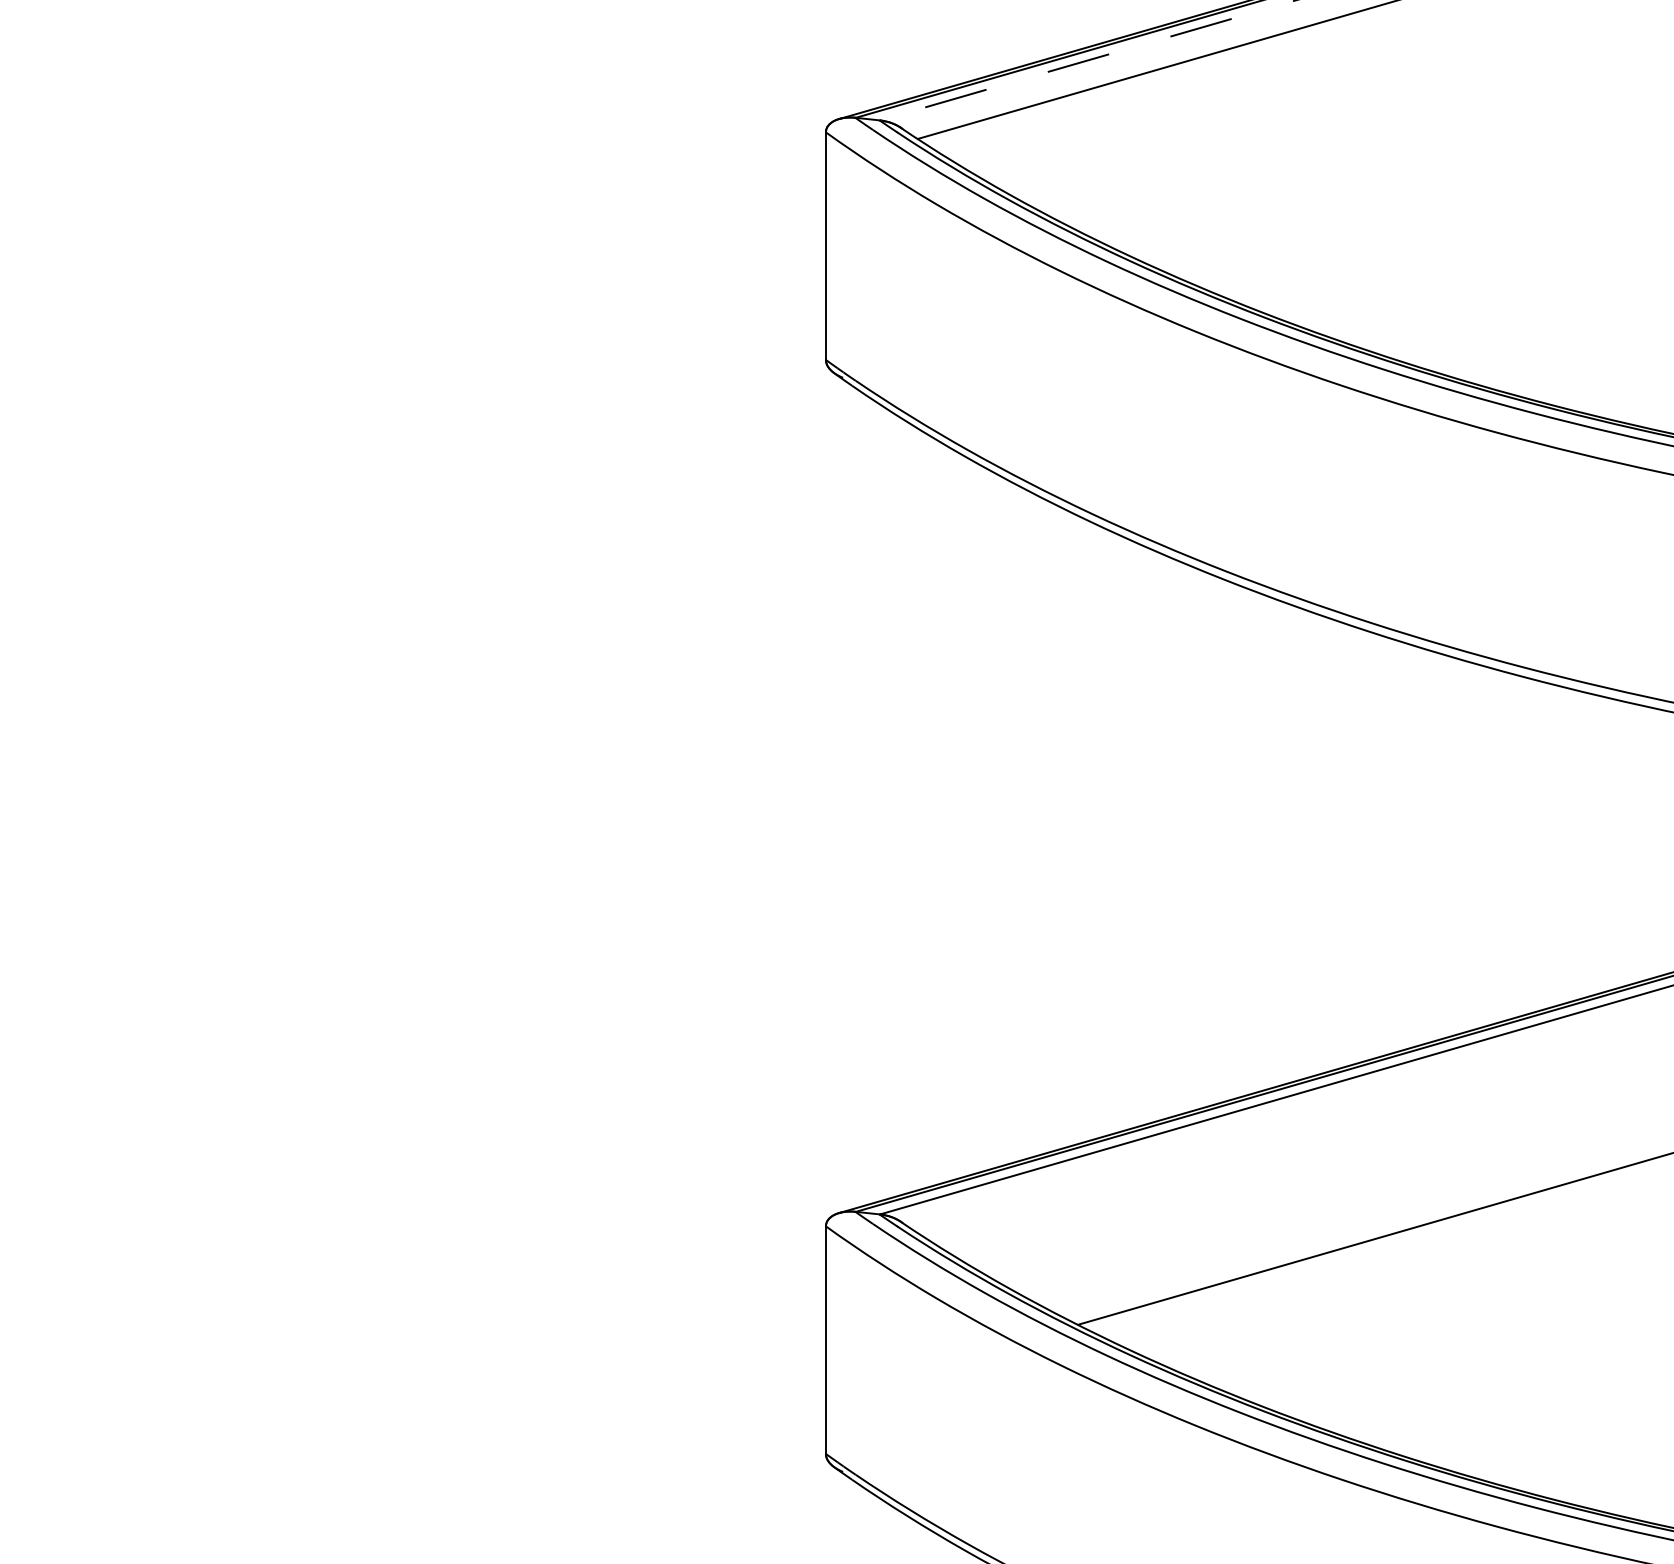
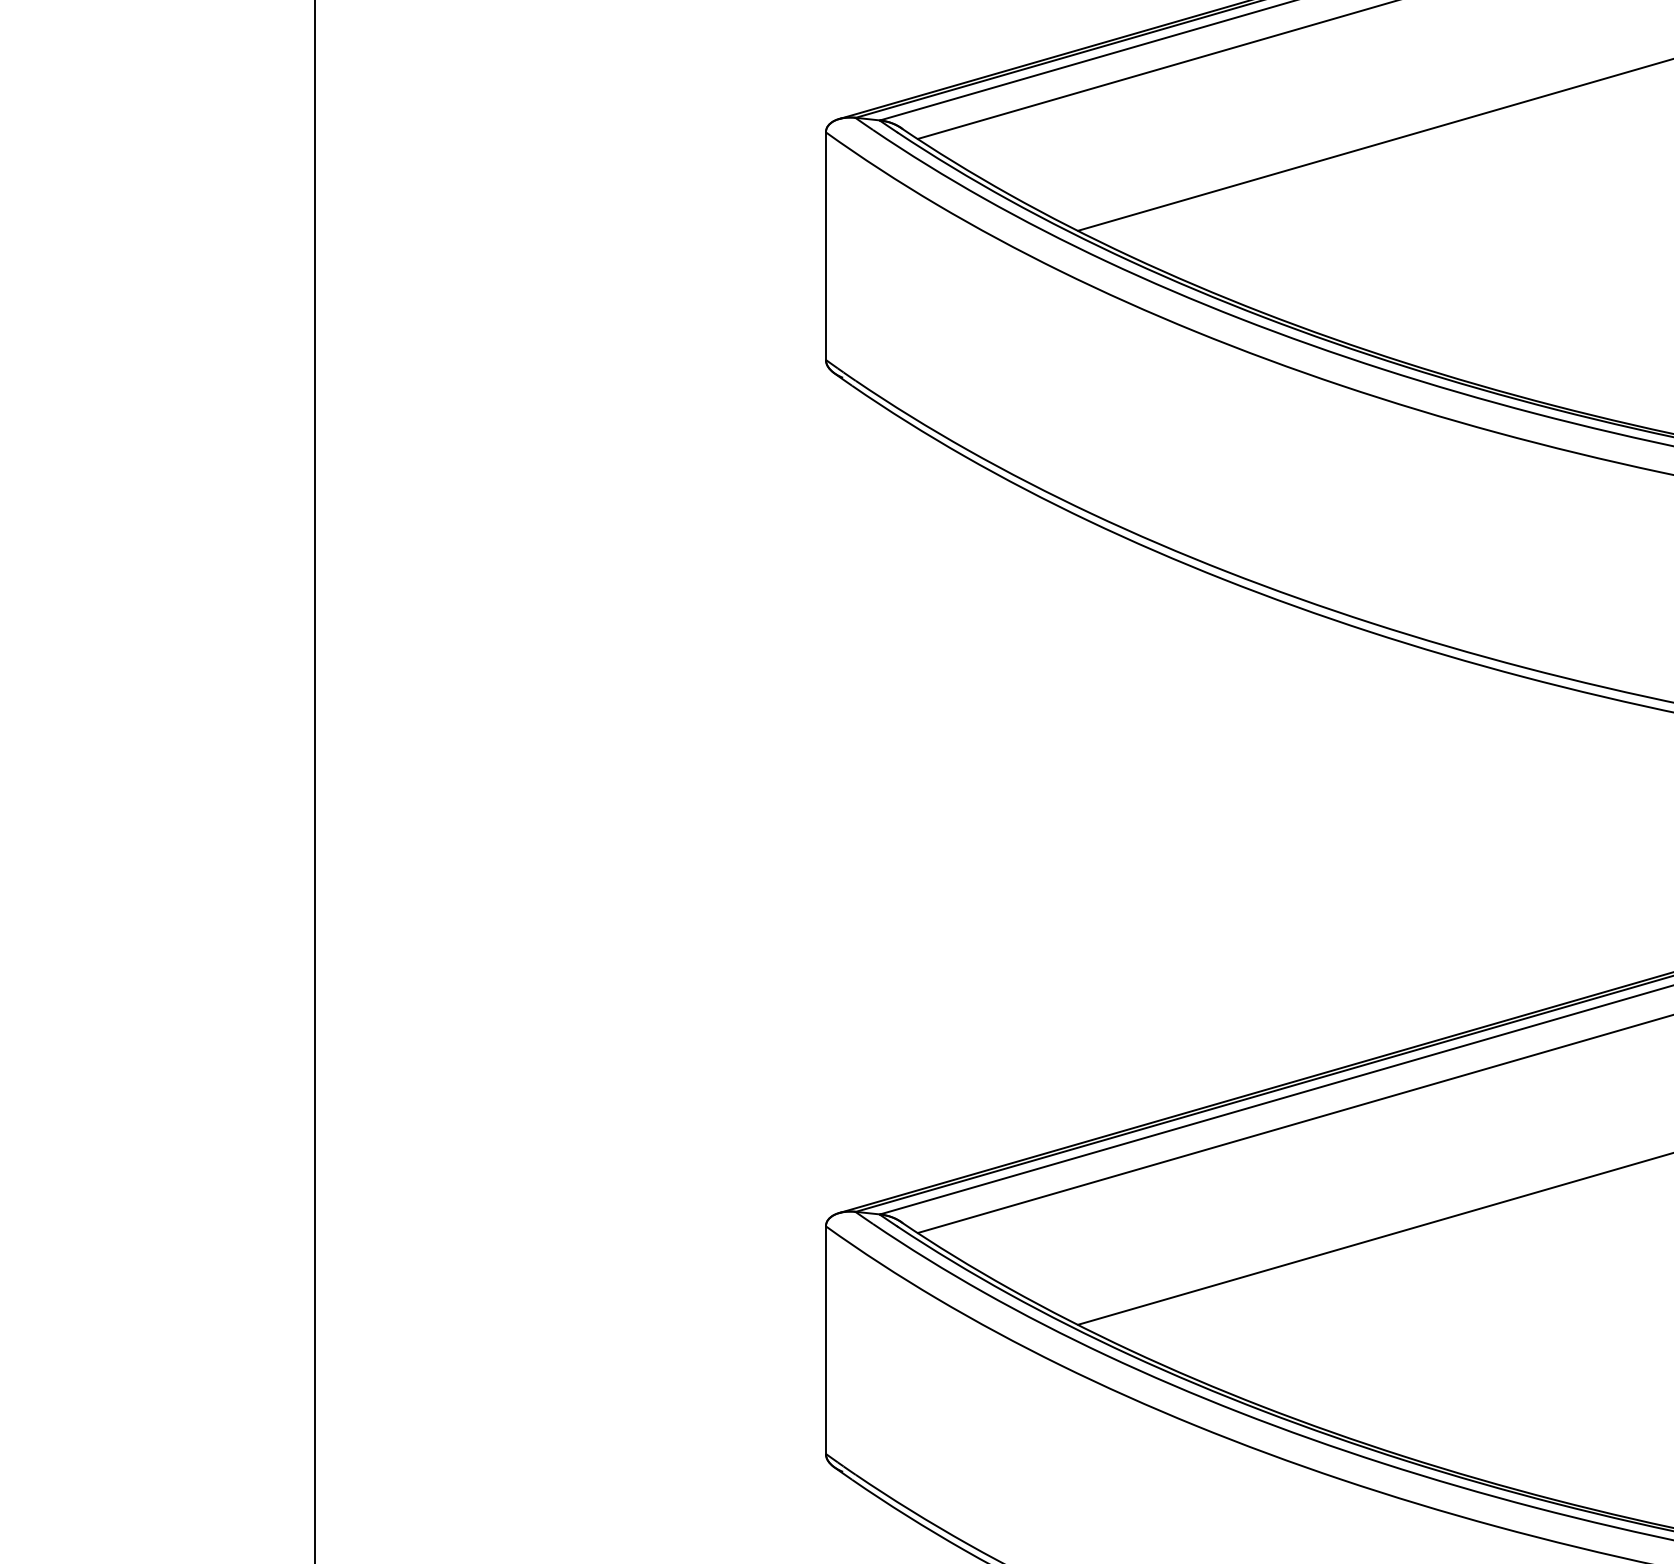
line at (1088, 60): dashed -> solid
line at (1374, 144): none -> present
line at (315, 781): none -> present
line at (1293, 1124): none -> present
